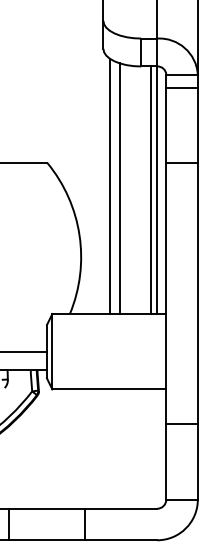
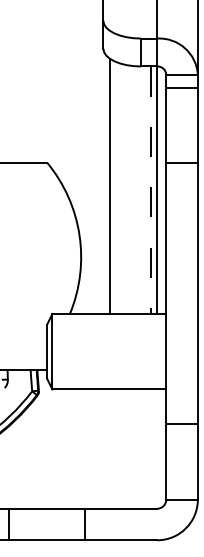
line at (119, 188): present -> none
line at (151, 190): solid -> dashed
line at (24, 351): present -> none
